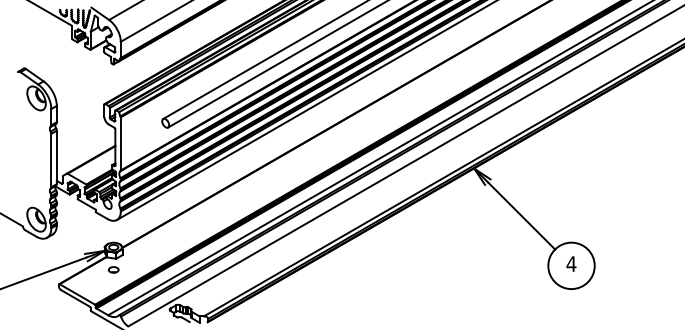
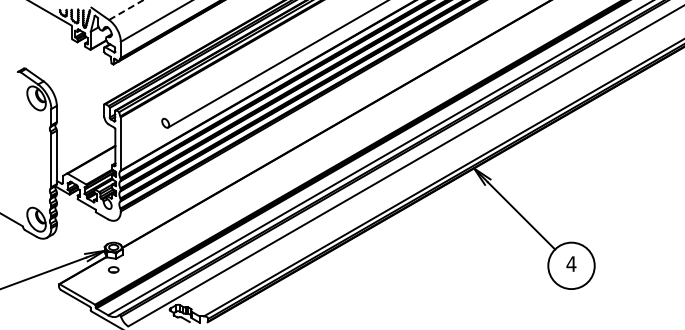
line at (126, 10): solid -> dashed
line at (264, 60): present -> none
line at (304, 111): present -> none
